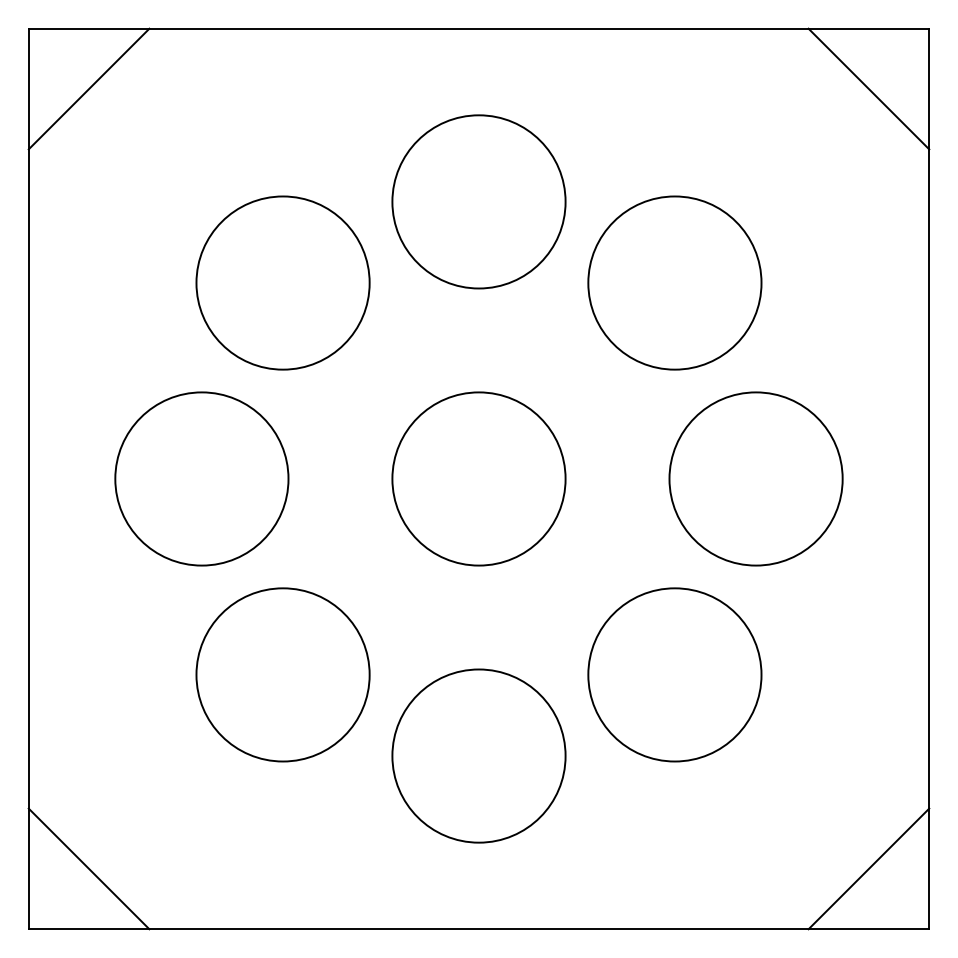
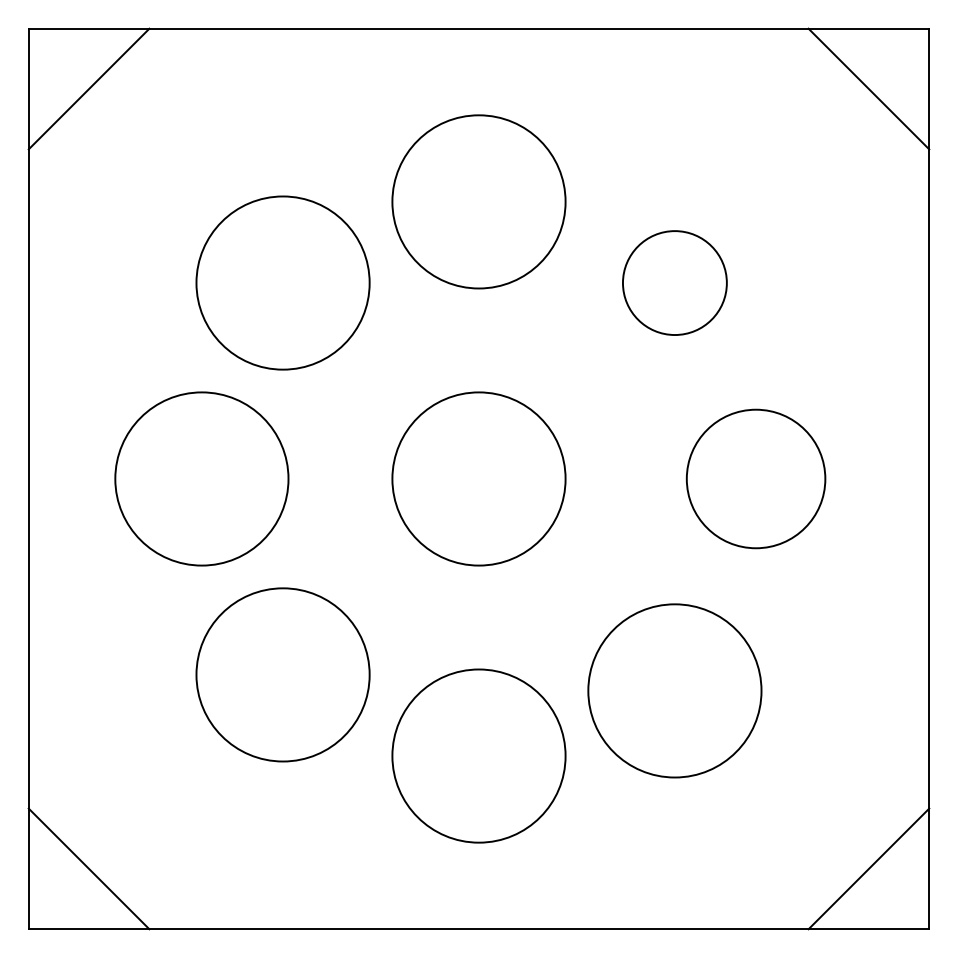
circle at (674, 282) diameter: 173 px -> 104 px
circle at (755, 478) diameter: 173 px -> 139 px
circle at (674, 674) position: (674, 674) -> (674, 690)
